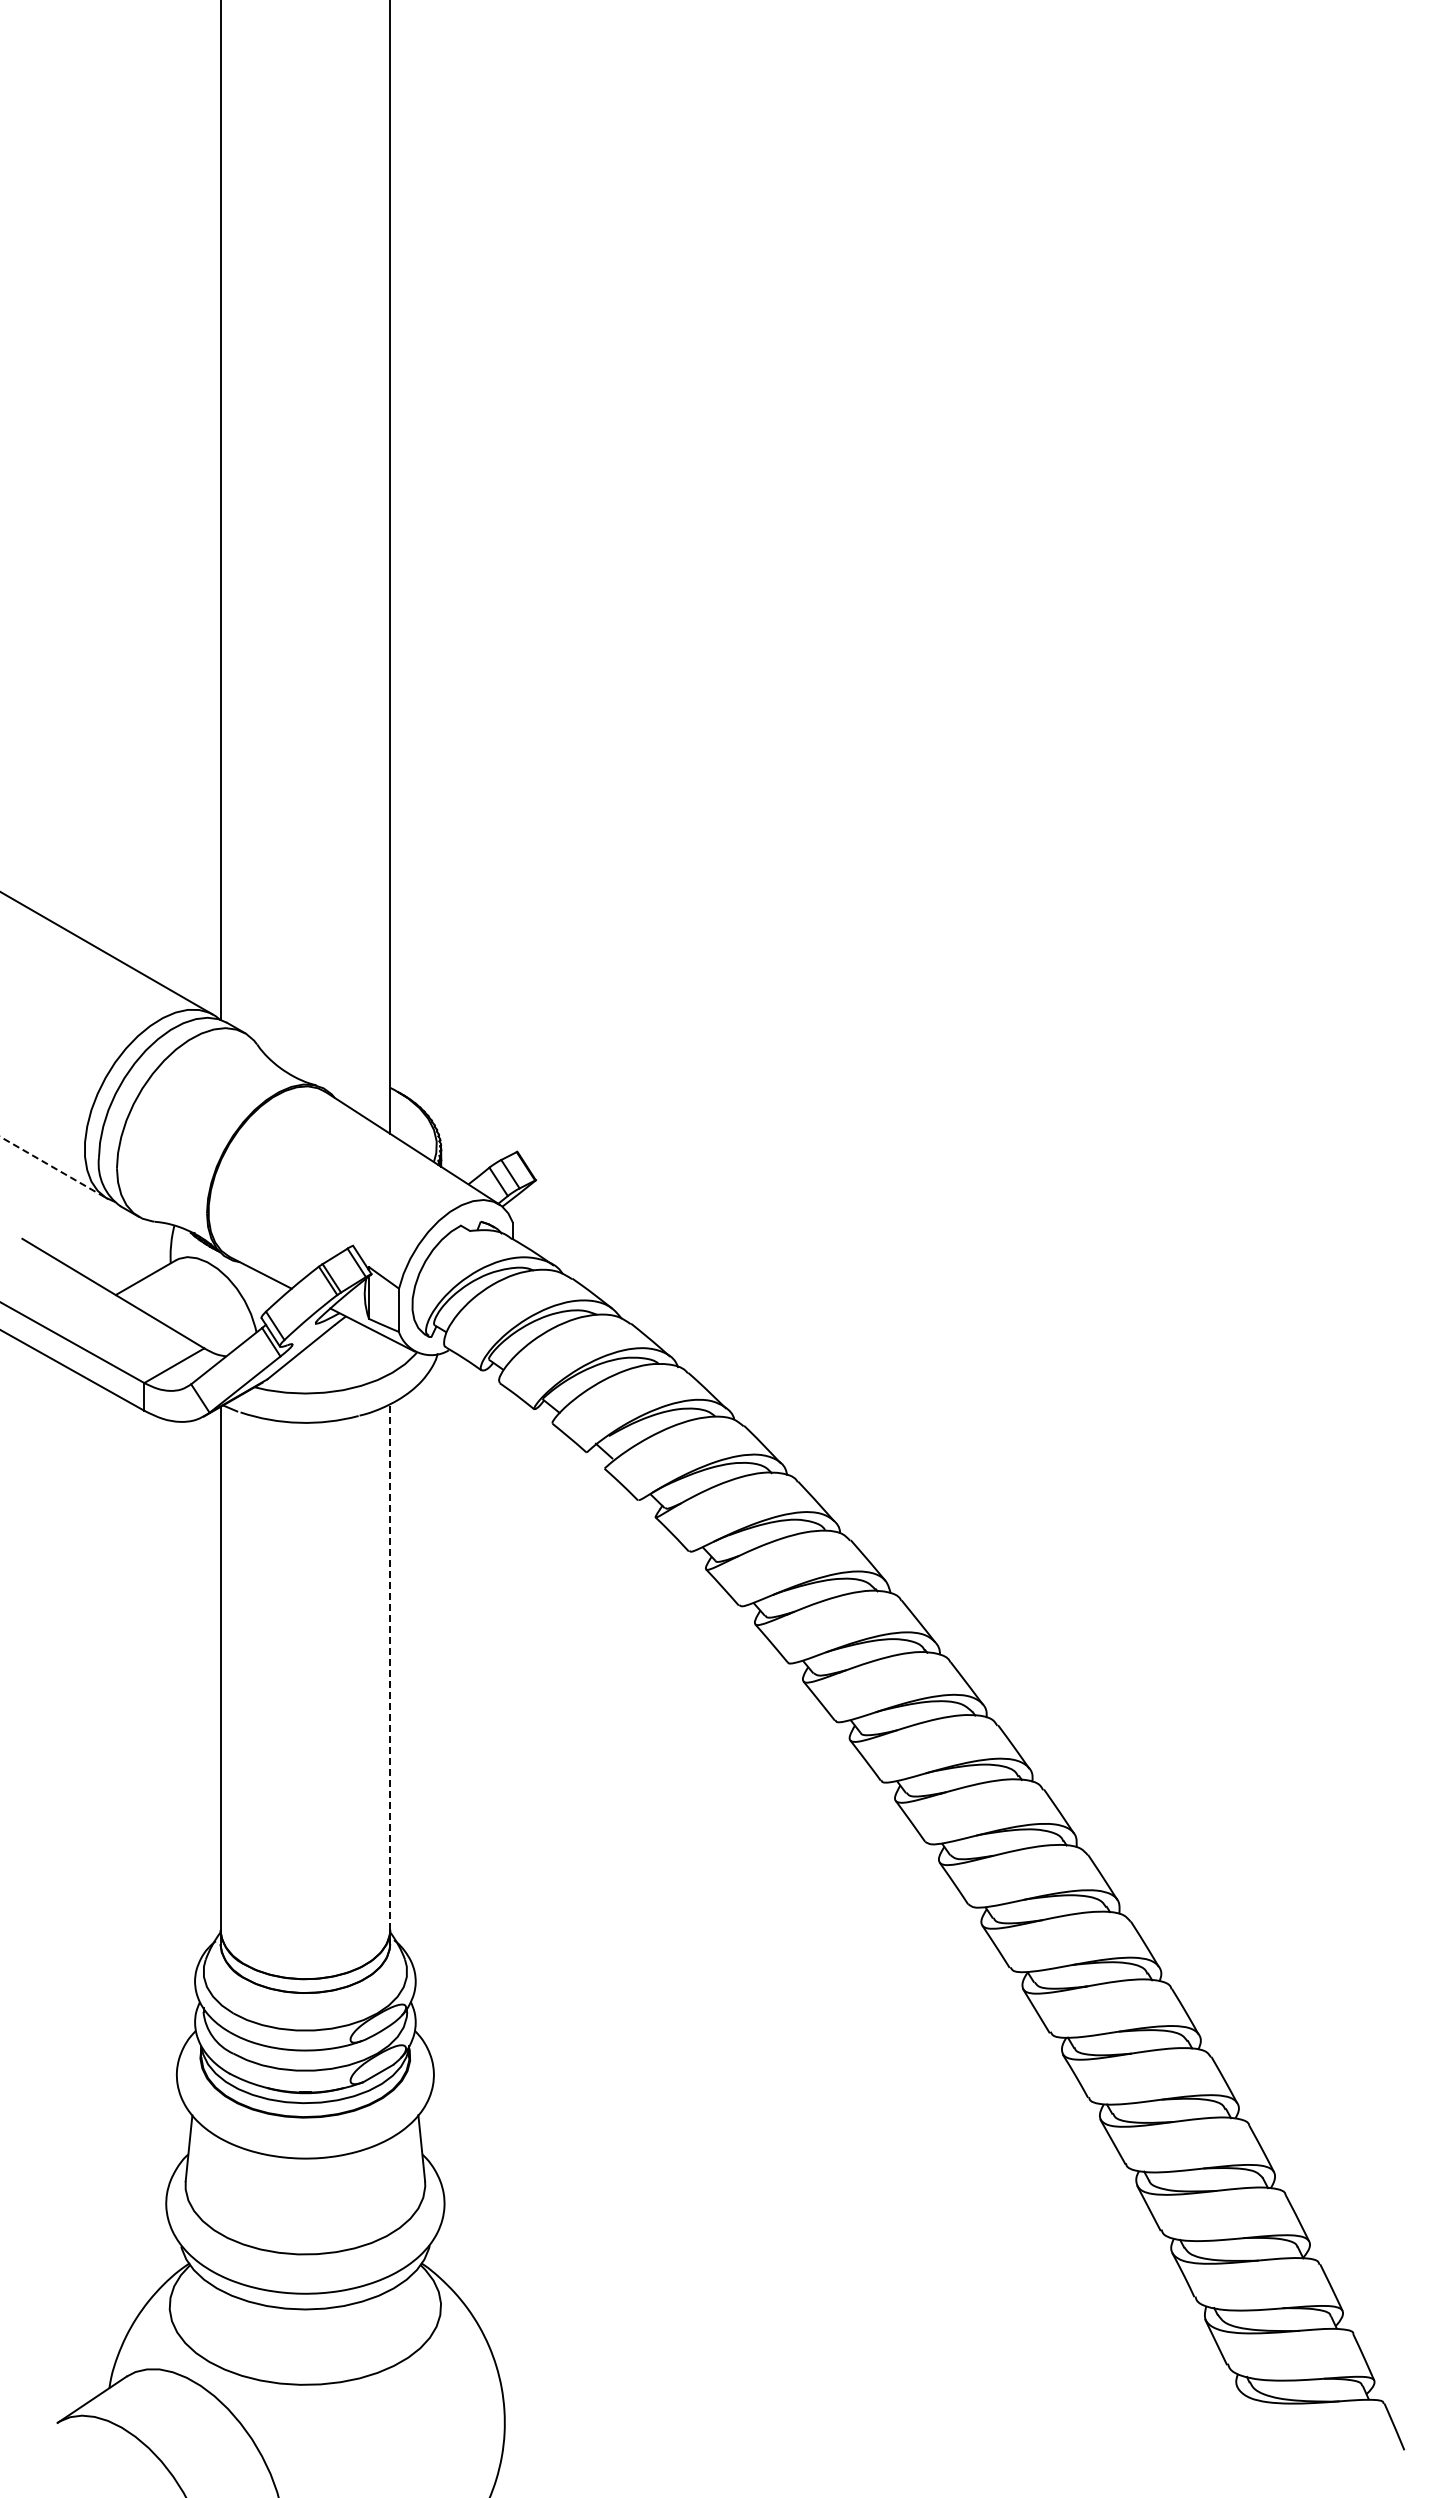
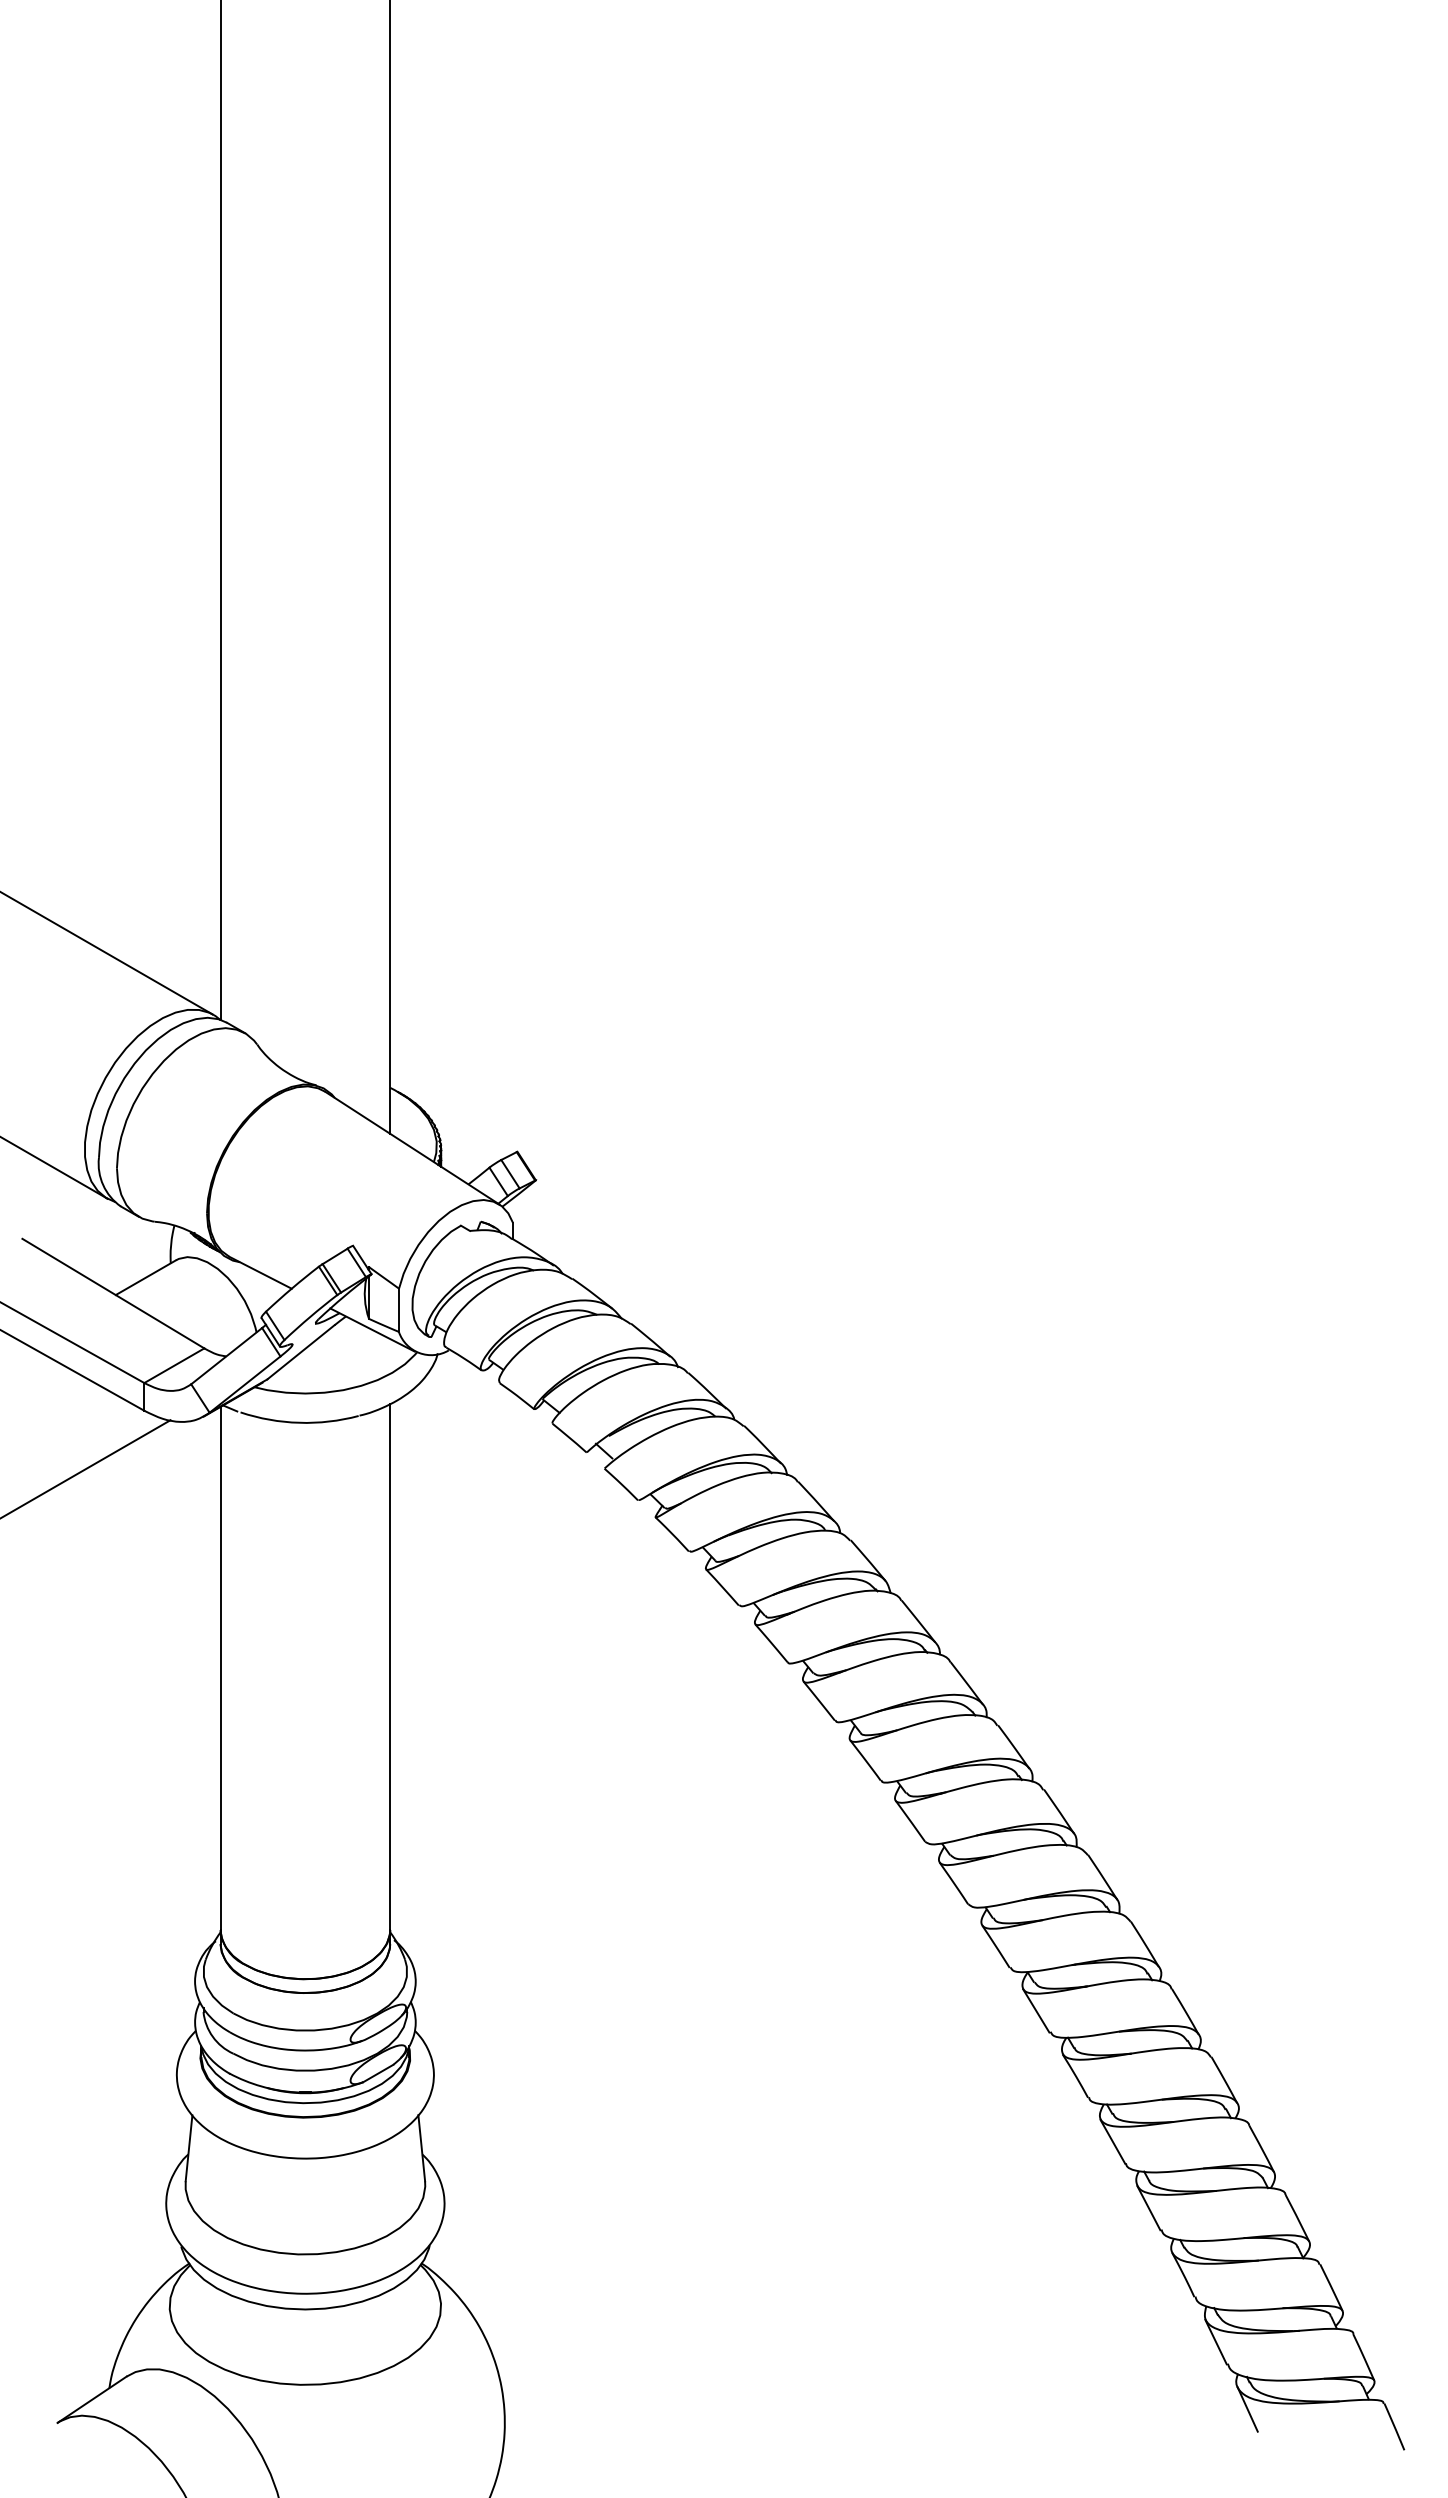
line at (54, 1167): dashed -> solid
line at (86, 1468): none -> present
line at (390, 1666): dashed -> solid
line at (1247, 2409): none -> present
